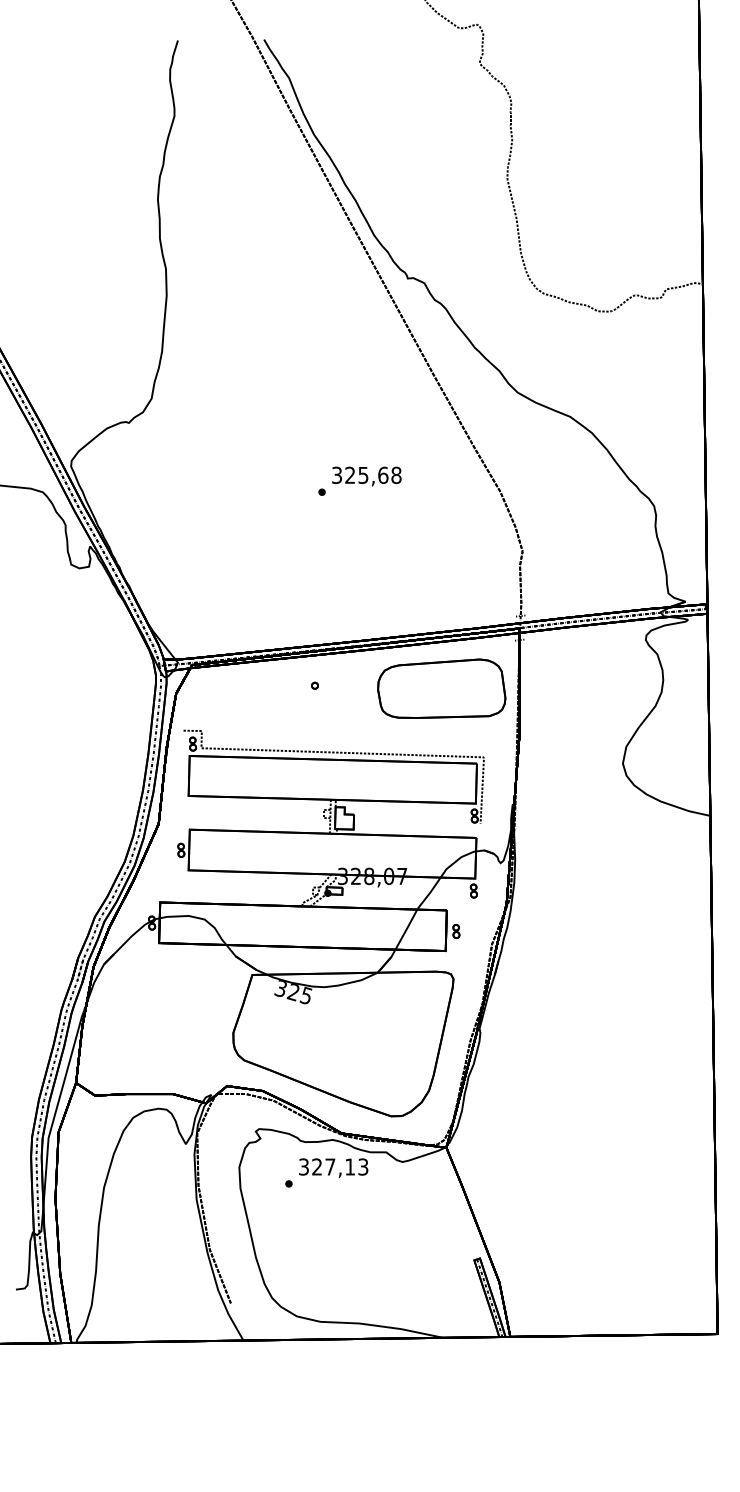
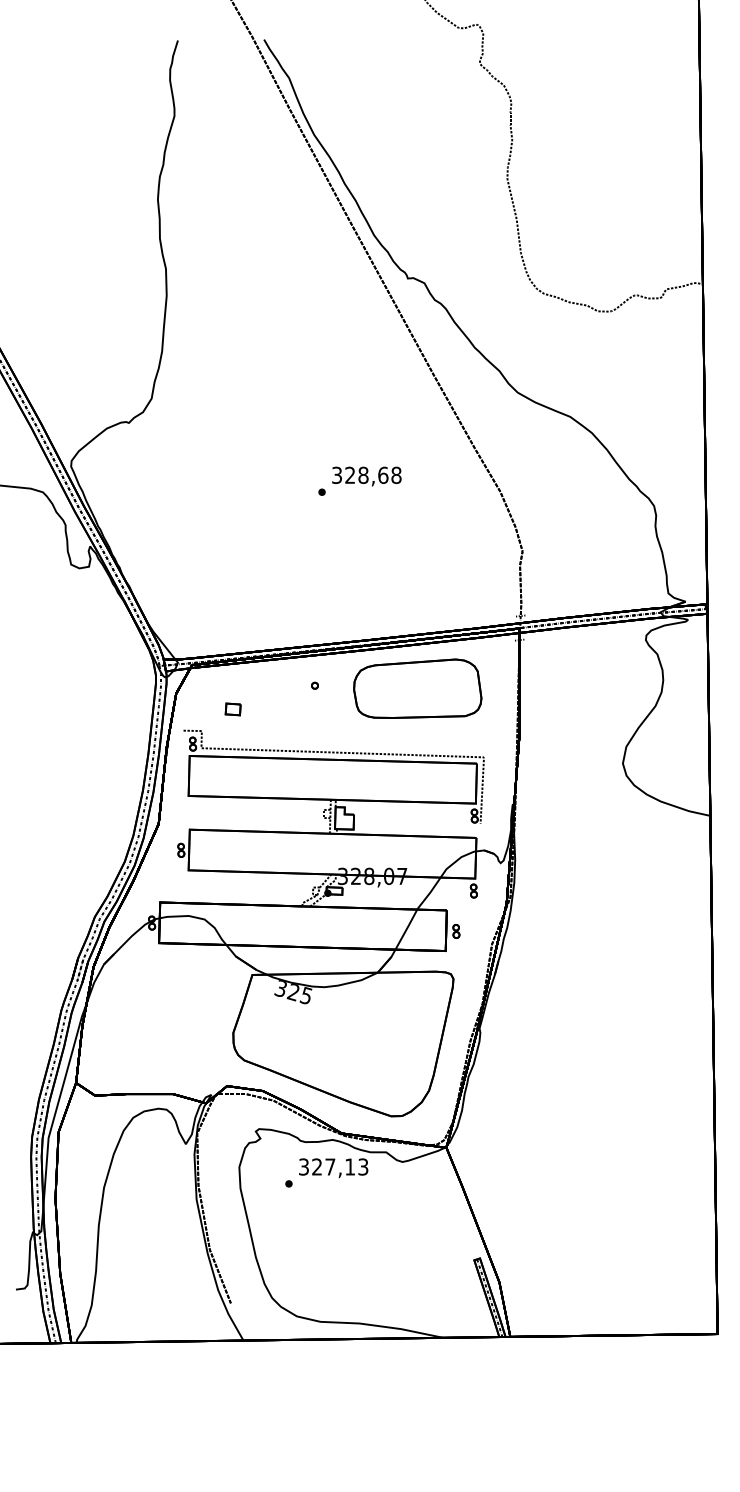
text at (363, 474): 325,68 -> 328,68
part at (441, 688) position: (441, 688) -> (417, 688)
part at (232, 709): none -> present
